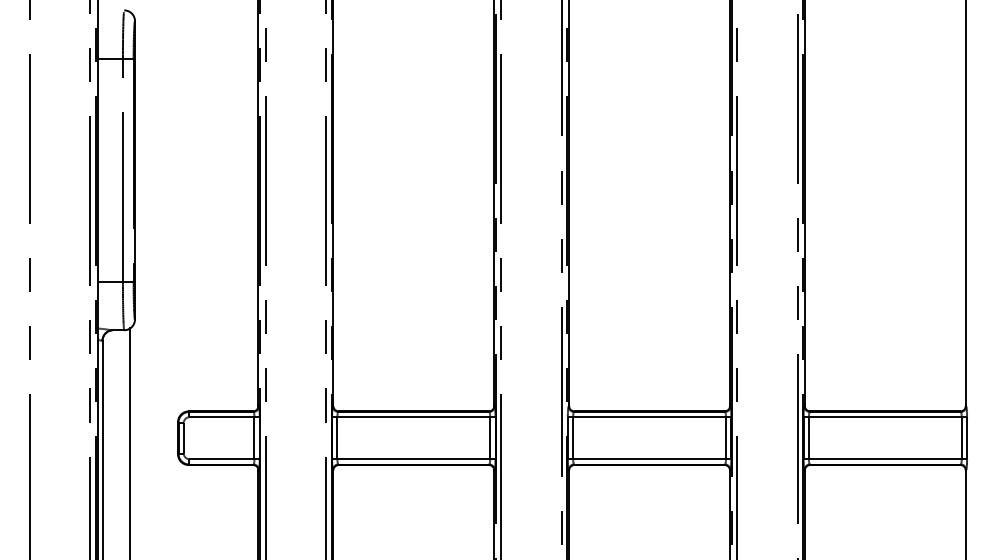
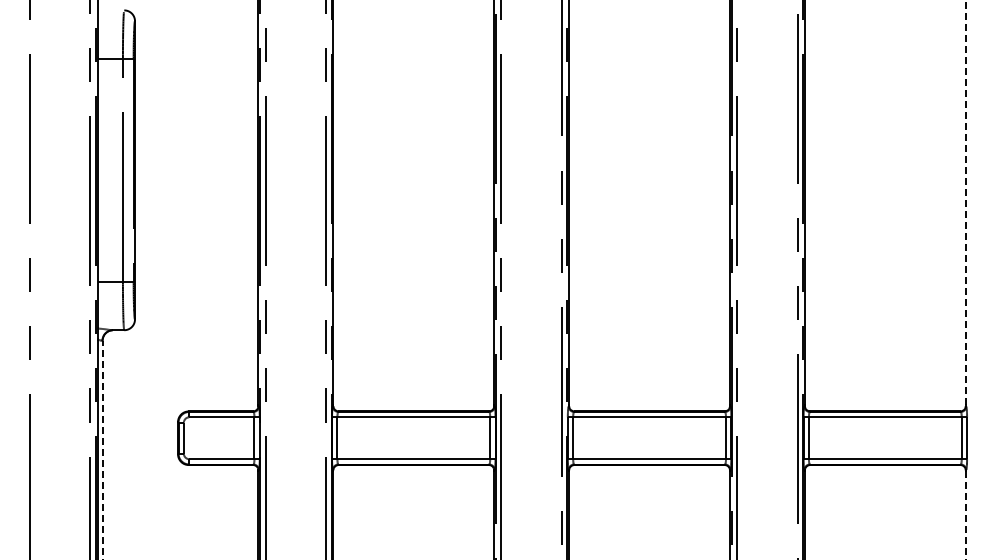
line at (965, 203): solid -> dashed
line at (130, 442): present -> none
line at (102, 449): solid -> dashed
line at (965, 515): solid -> dashed
